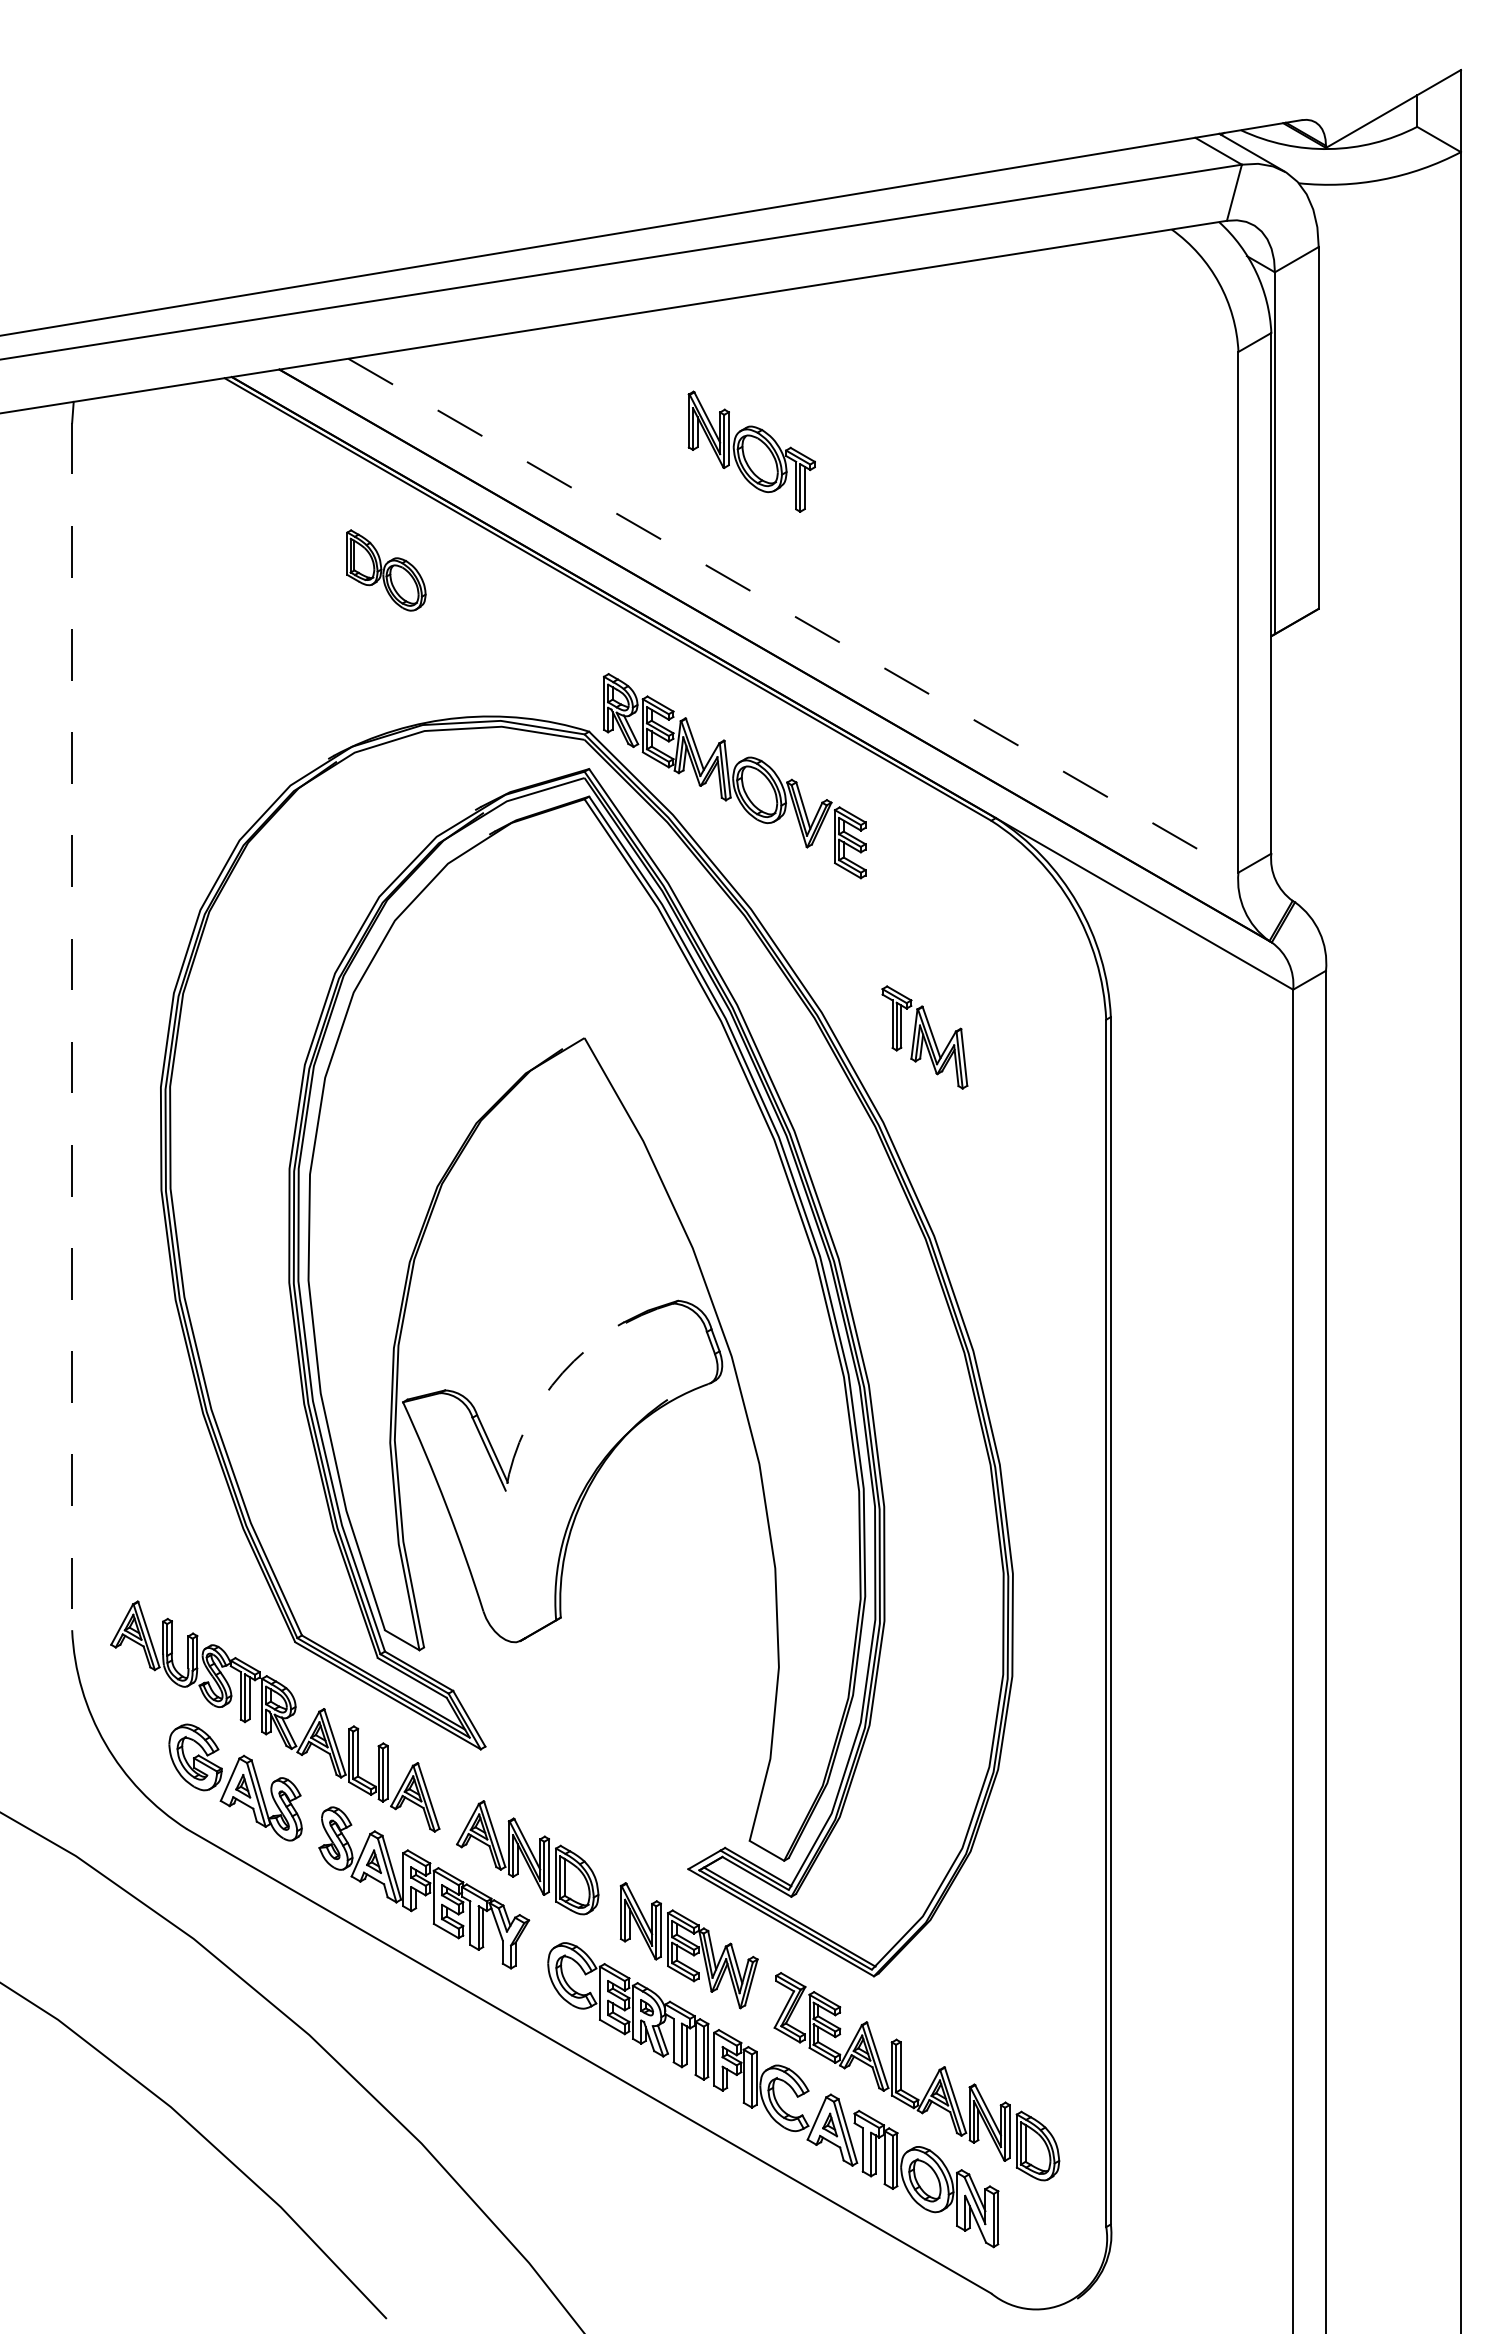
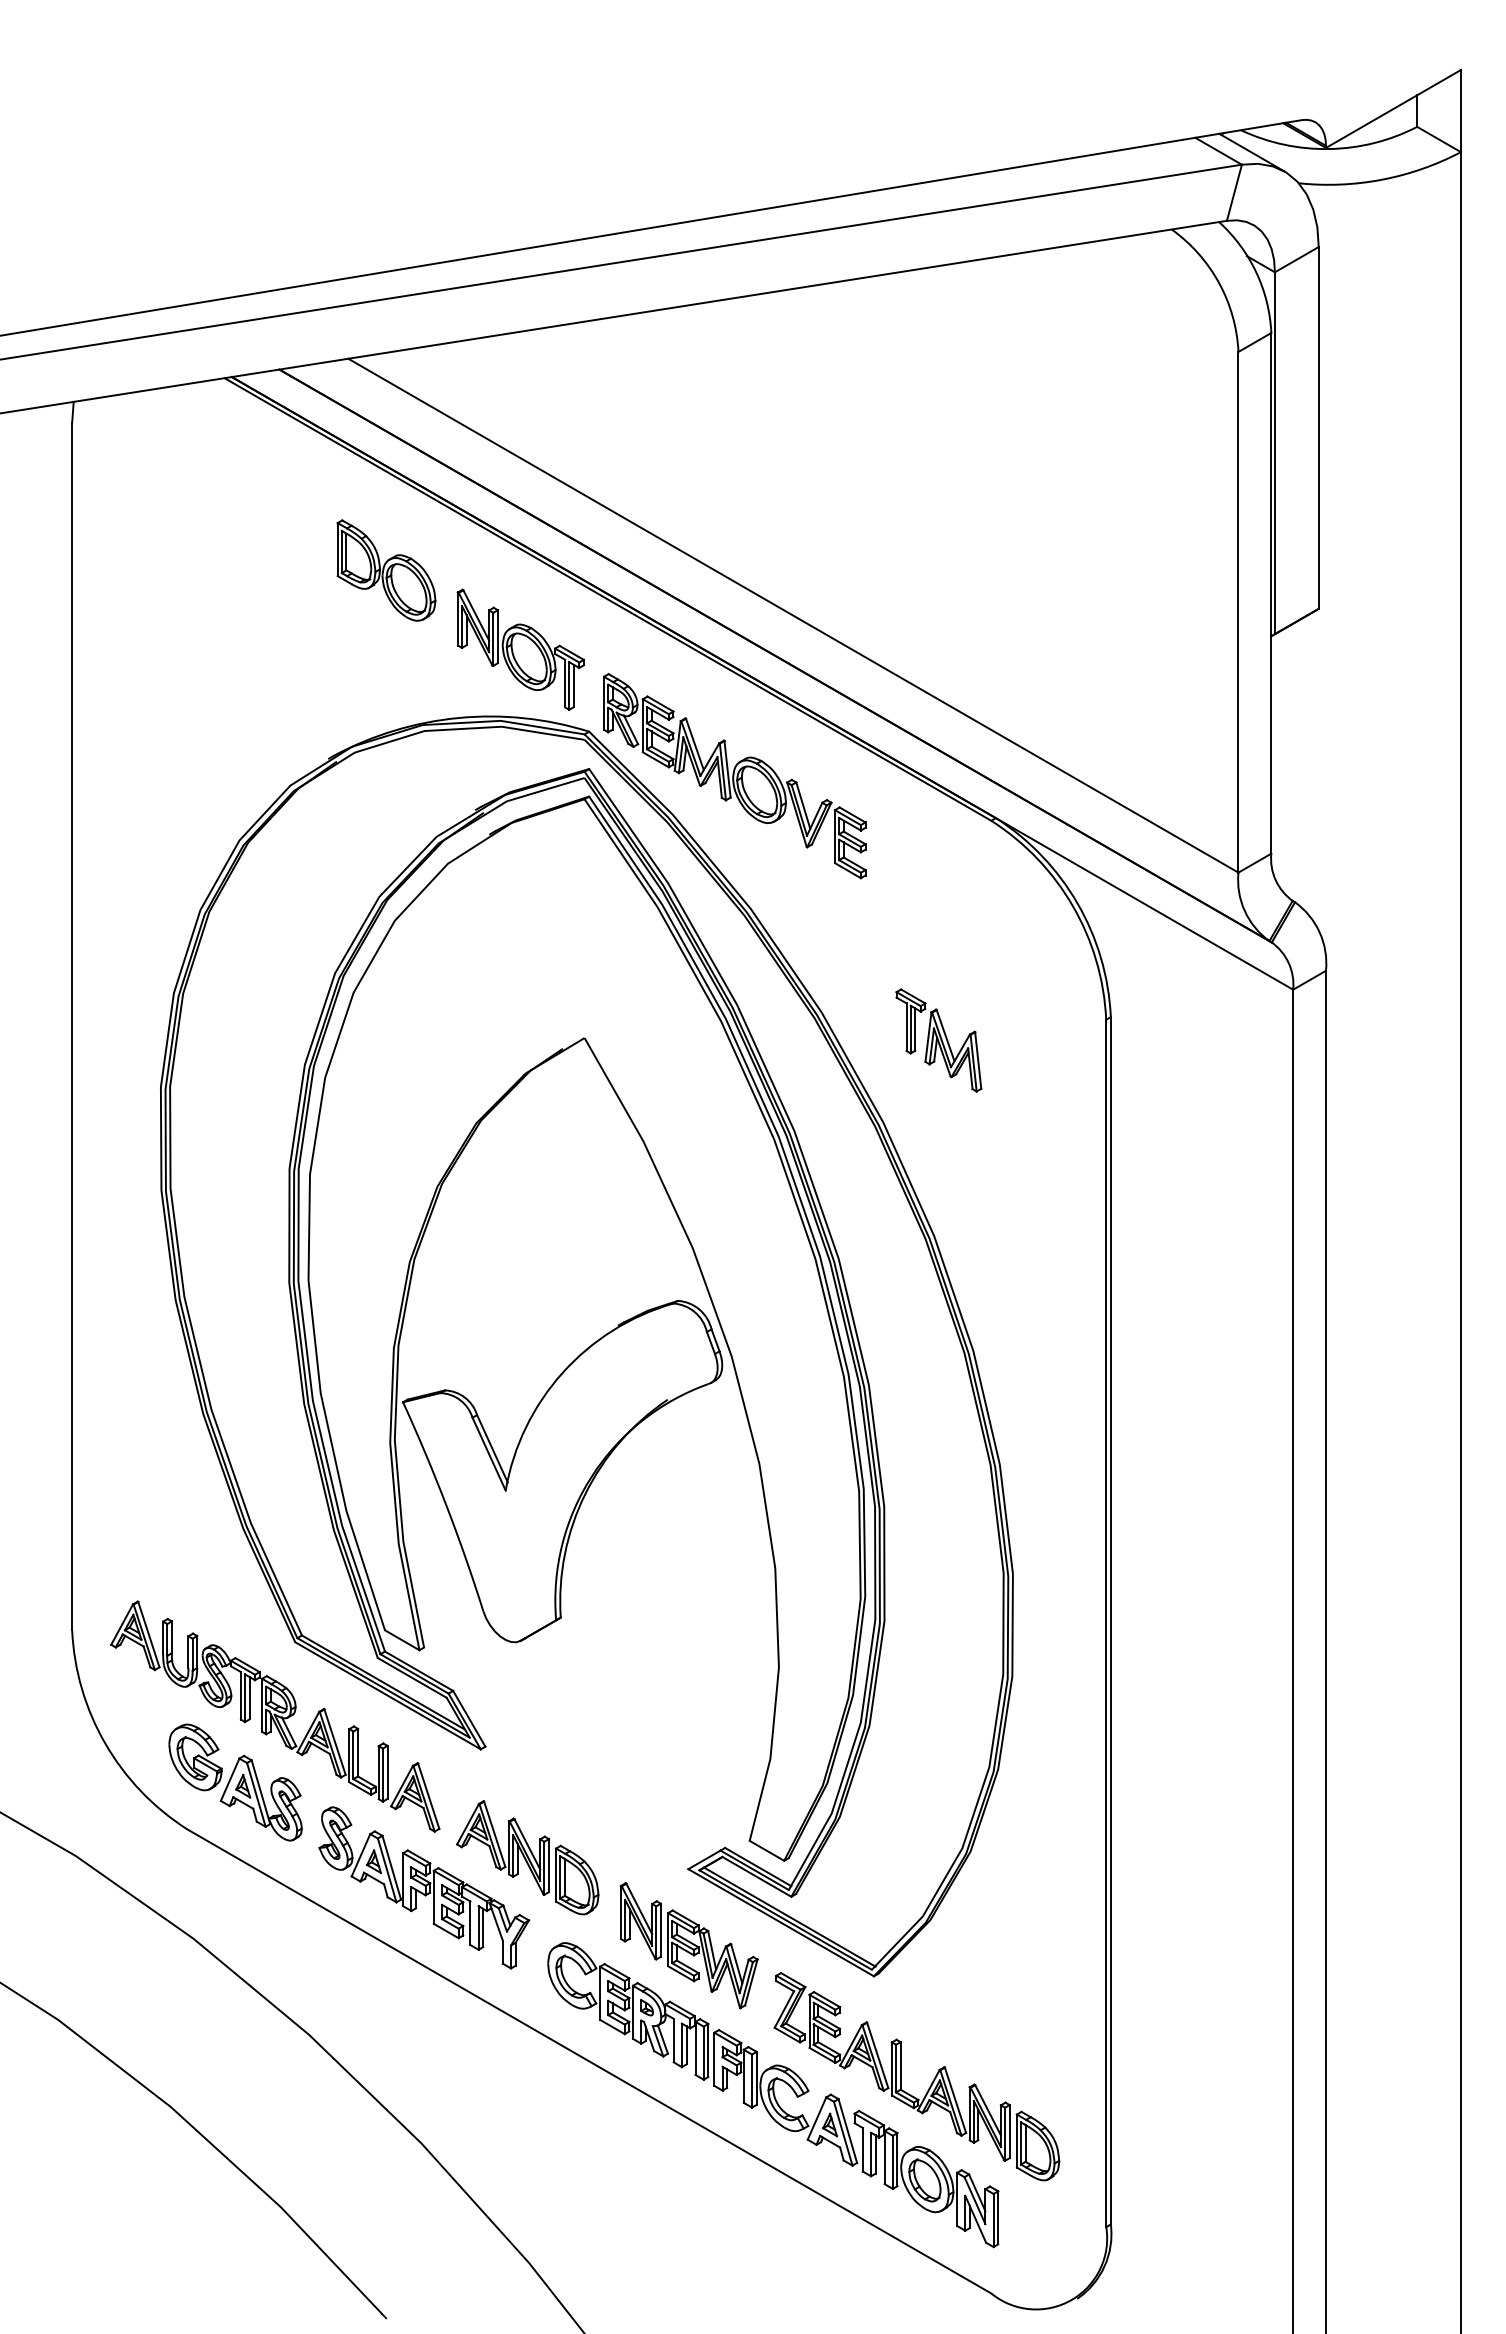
part at (751, 451) position: (751, 451) -> (520, 649)
part at (386, 570) size: 81x83 px -> 101x103 px
line at (793, 615): dashed -> solid
line at (72, 1026): dashed -> solid
part at (924, 1037) position: (924, 1037) -> (938, 1040)
arc at (562, 1372): dashed -> solid
